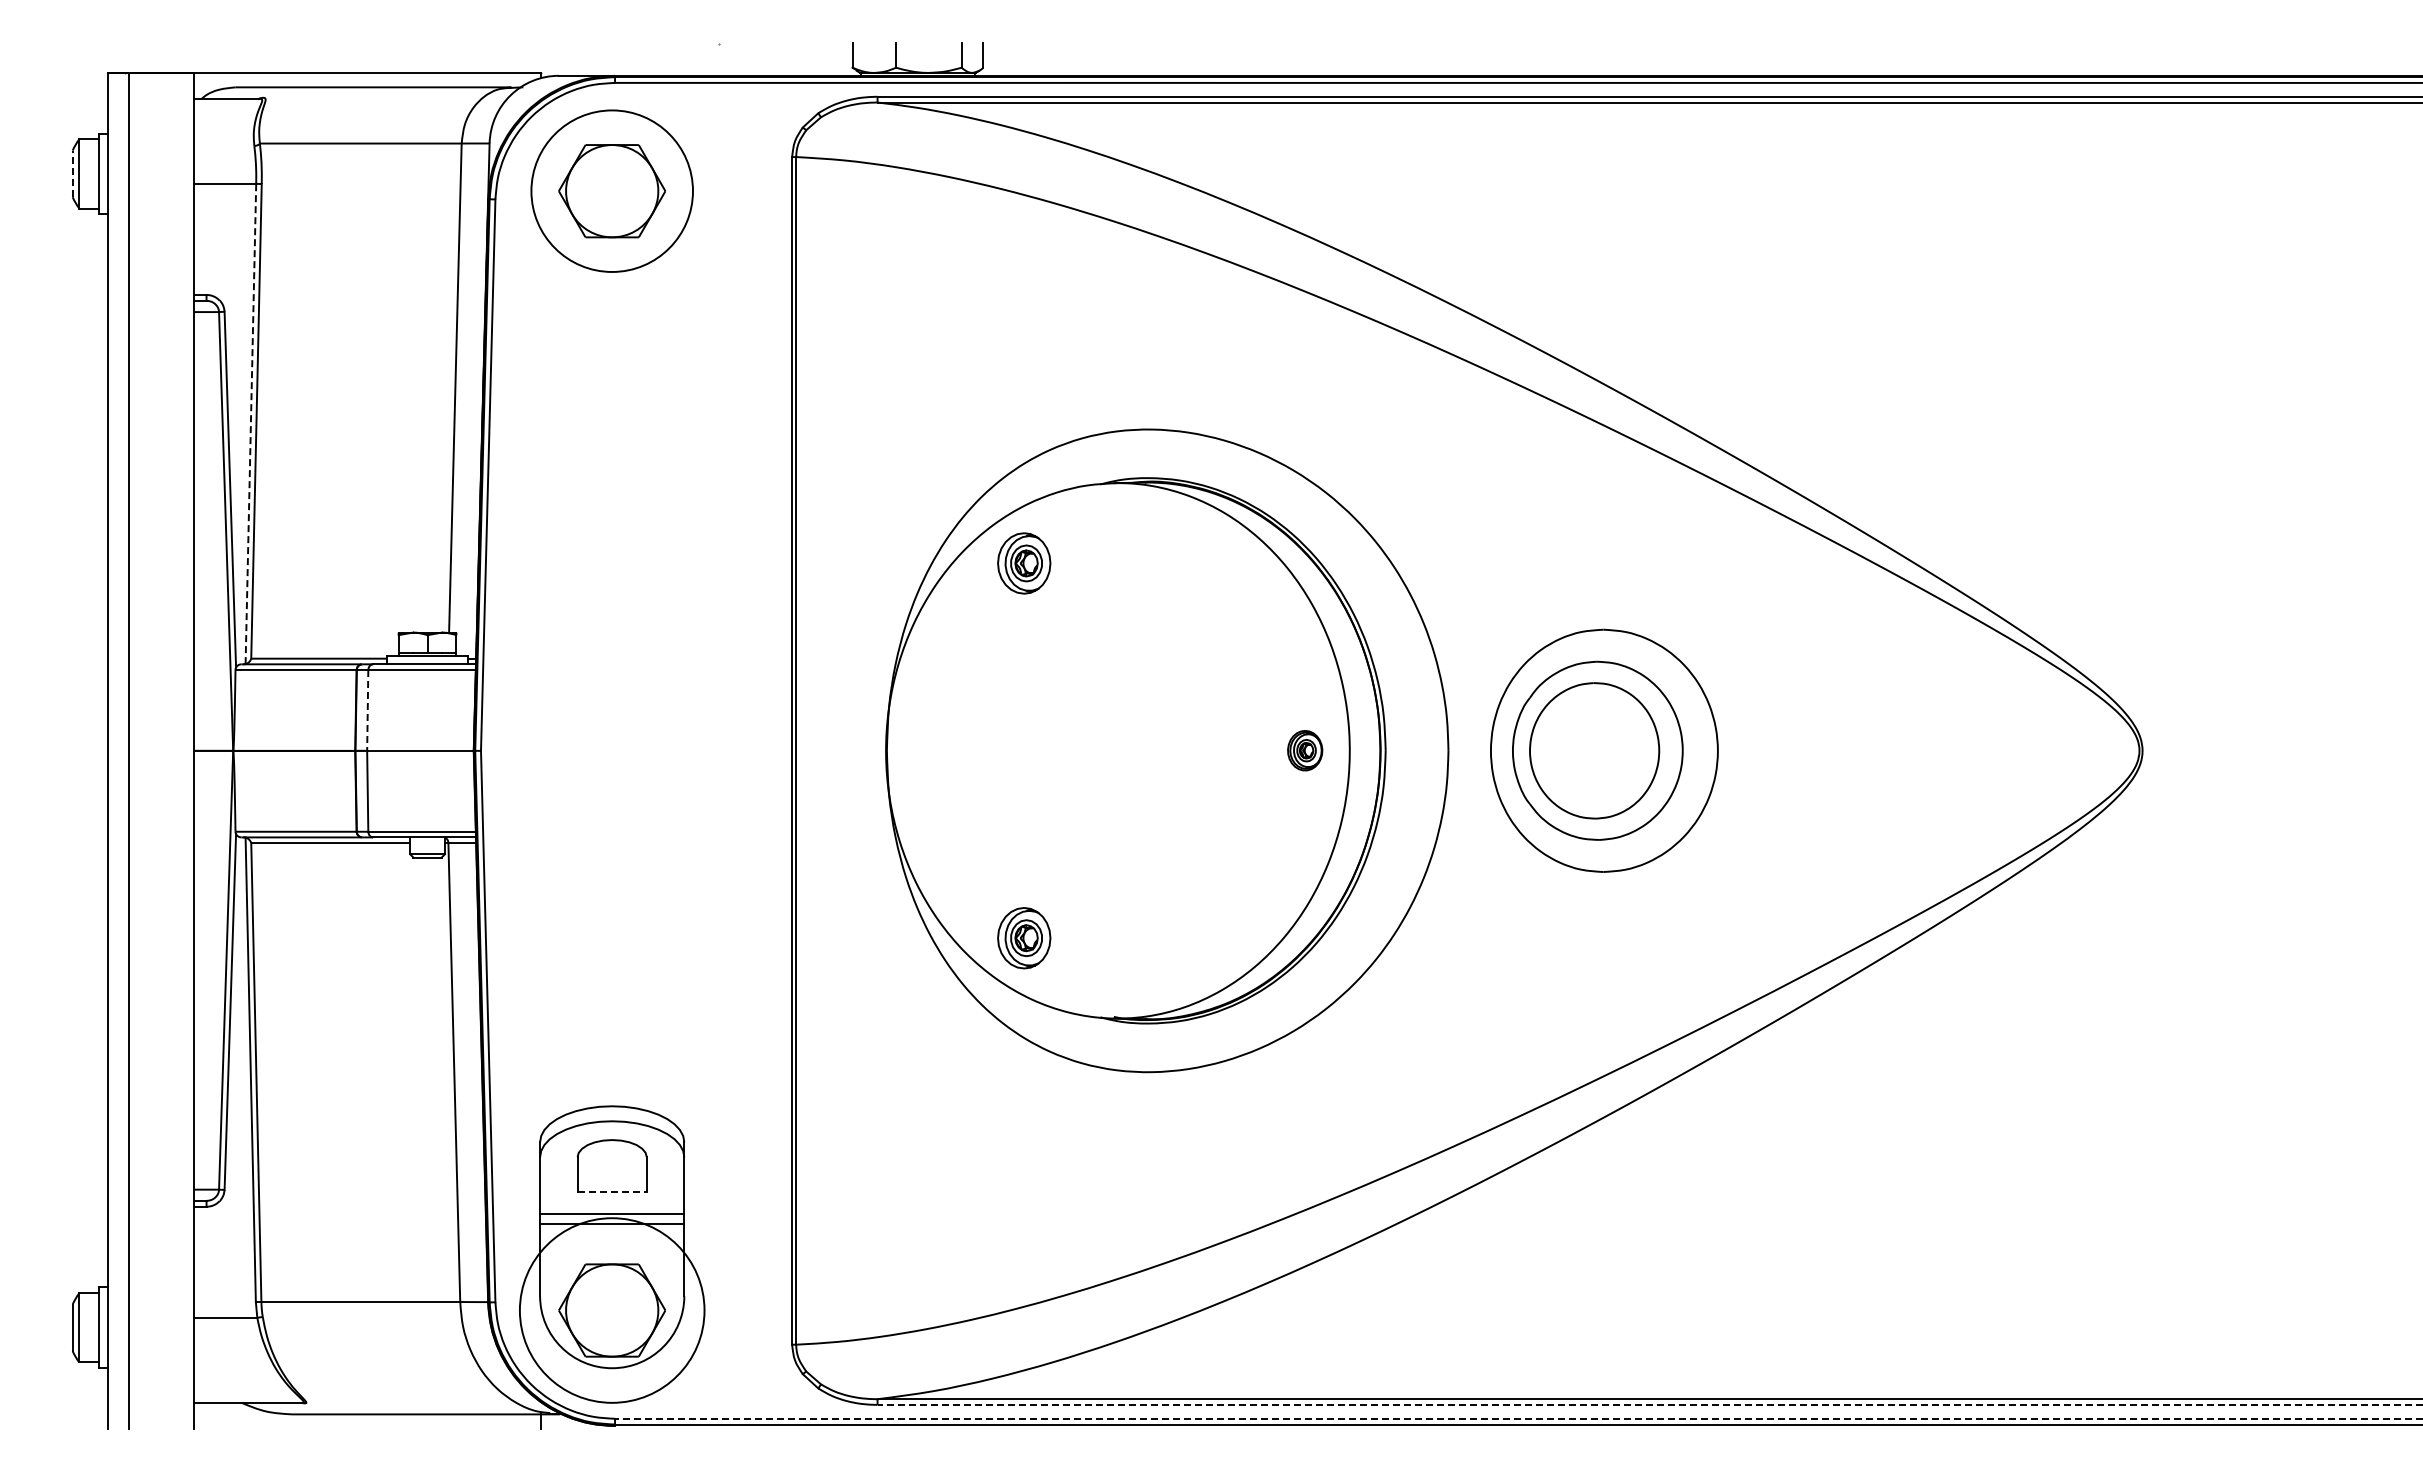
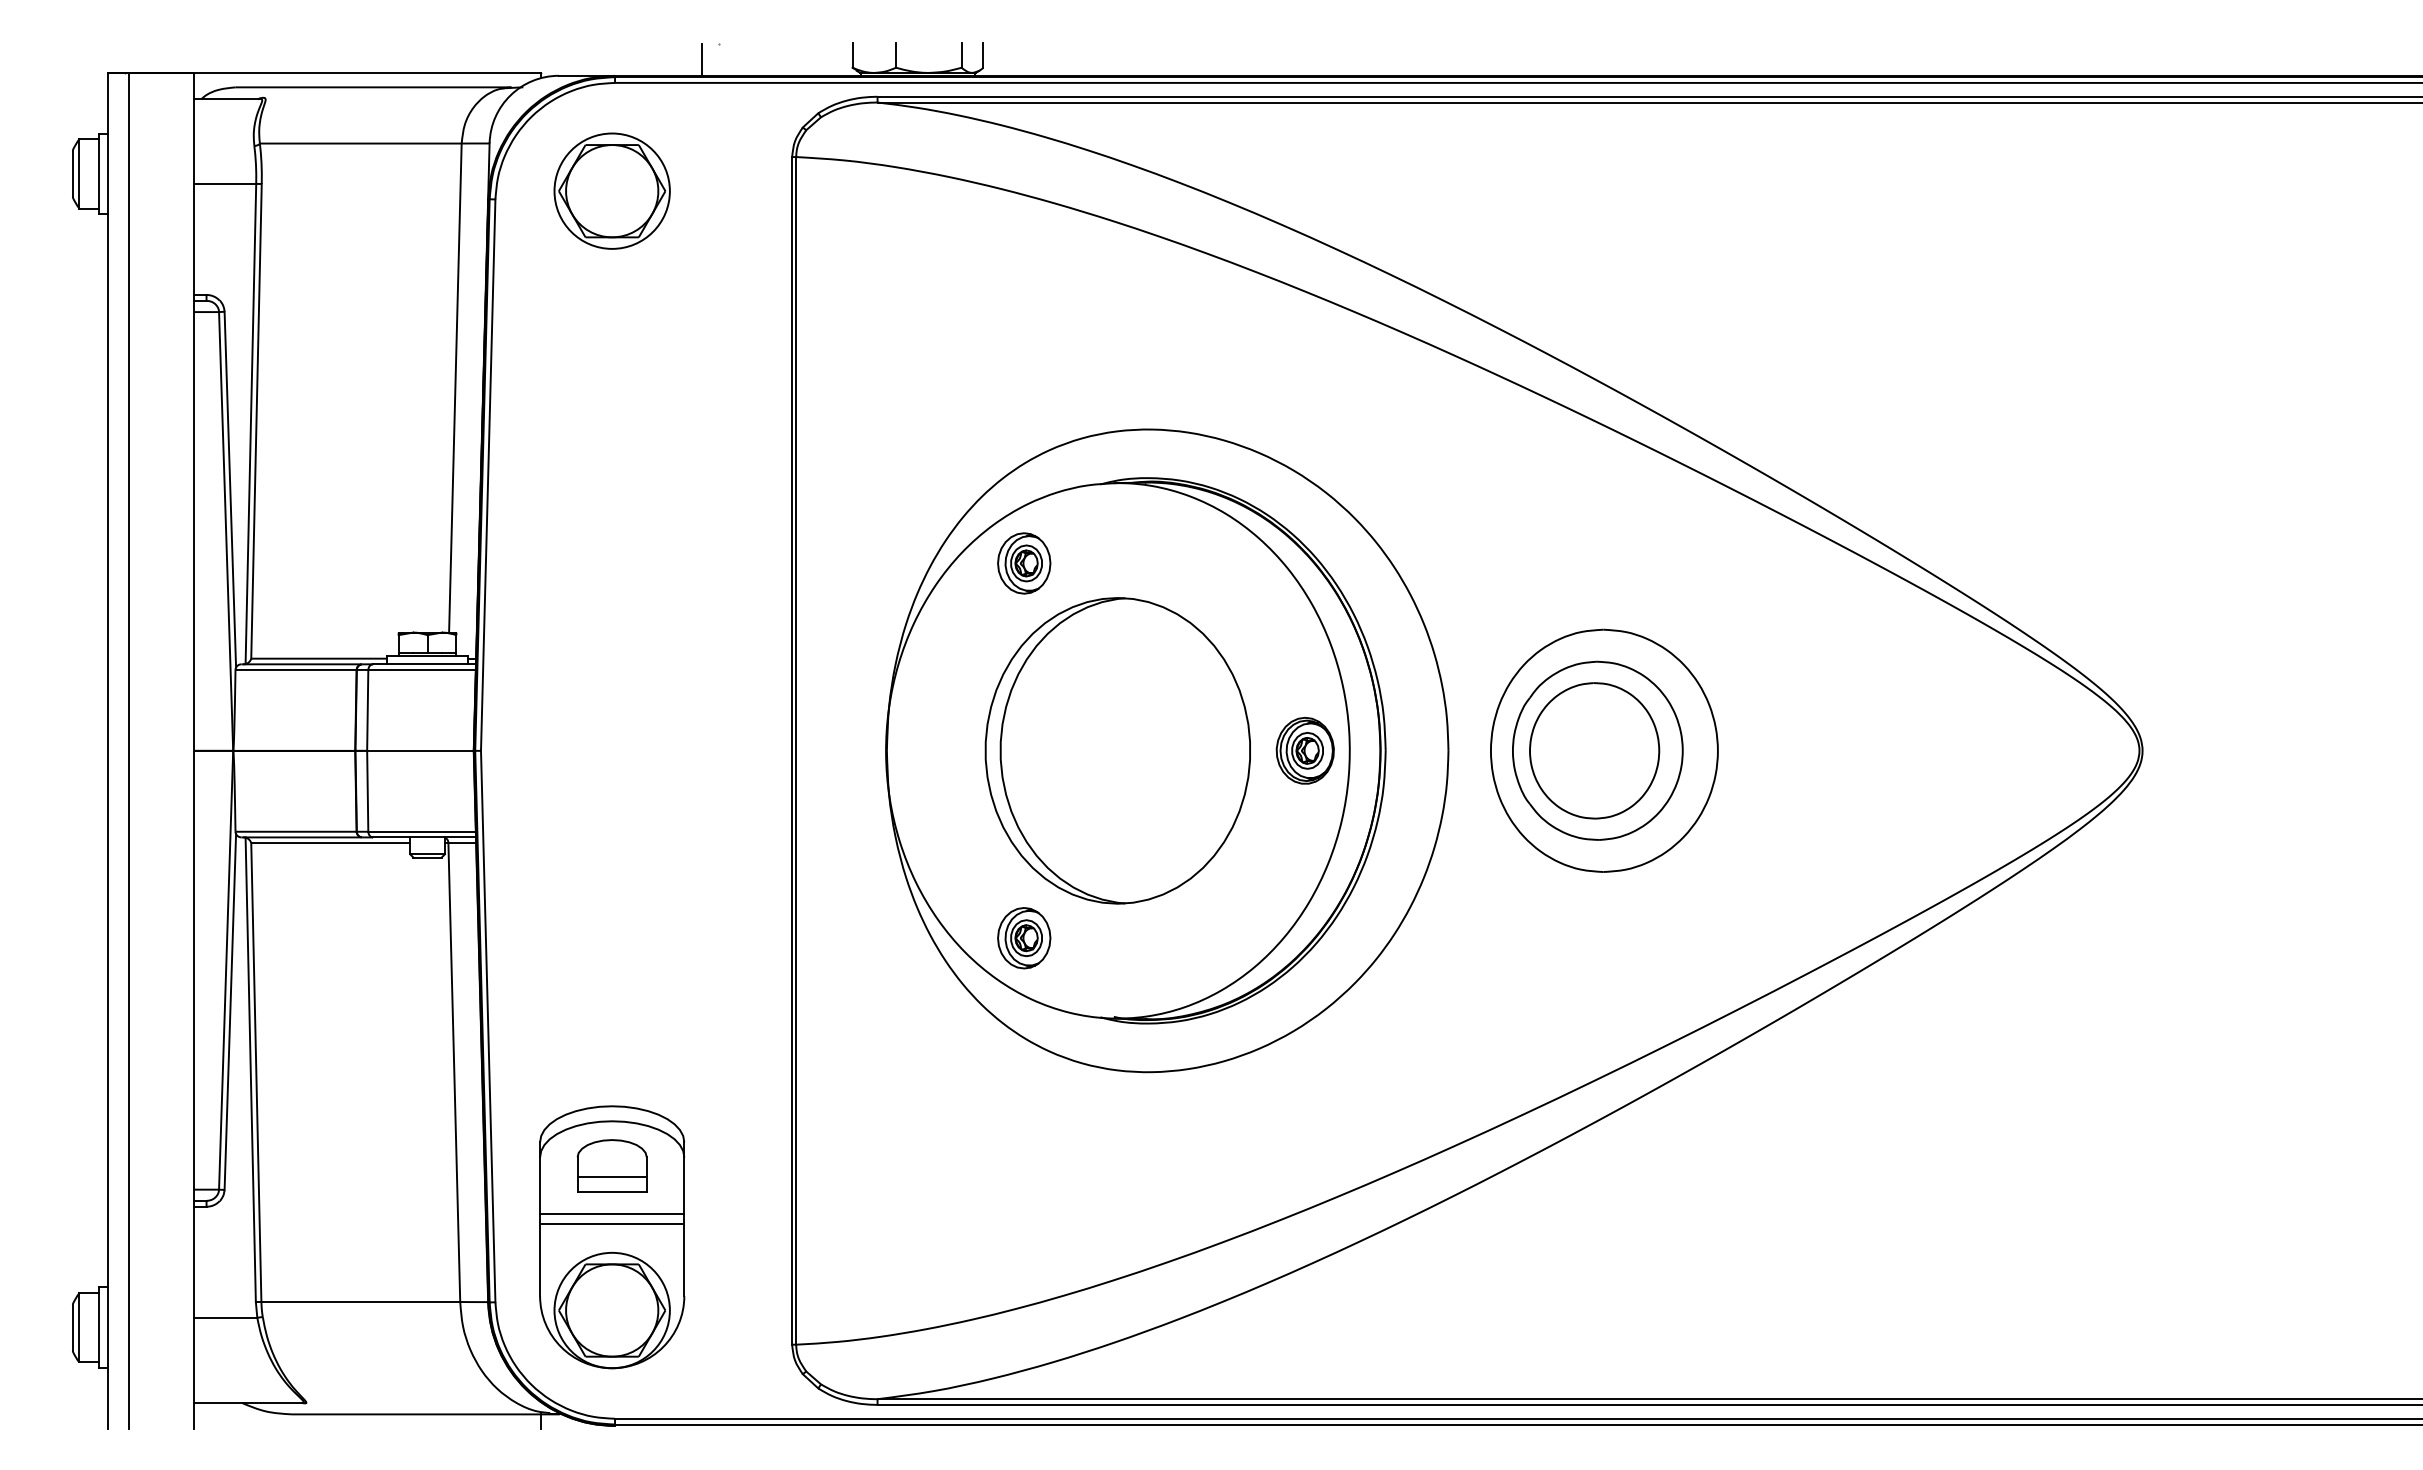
line at (701, 59): none -> present
line at (72, 173): dashed -> solid
circle at (611, 190) diameter: 162 px -> 115 px
line at (250, 423): dashed -> solid
line at (367, 710): dashed -> solid
part at (1117, 750): none -> present
part at (1305, 750) size: 37x42 px -> 60x69 px
line at (611, 1176): none -> present
line at (612, 1191): dashed -> solid
circle at (611, 1310) diameter: 185 px -> 115 px
line at (1649, 1404): dashed -> solid
line at (1518, 1418): dashed -> solid
